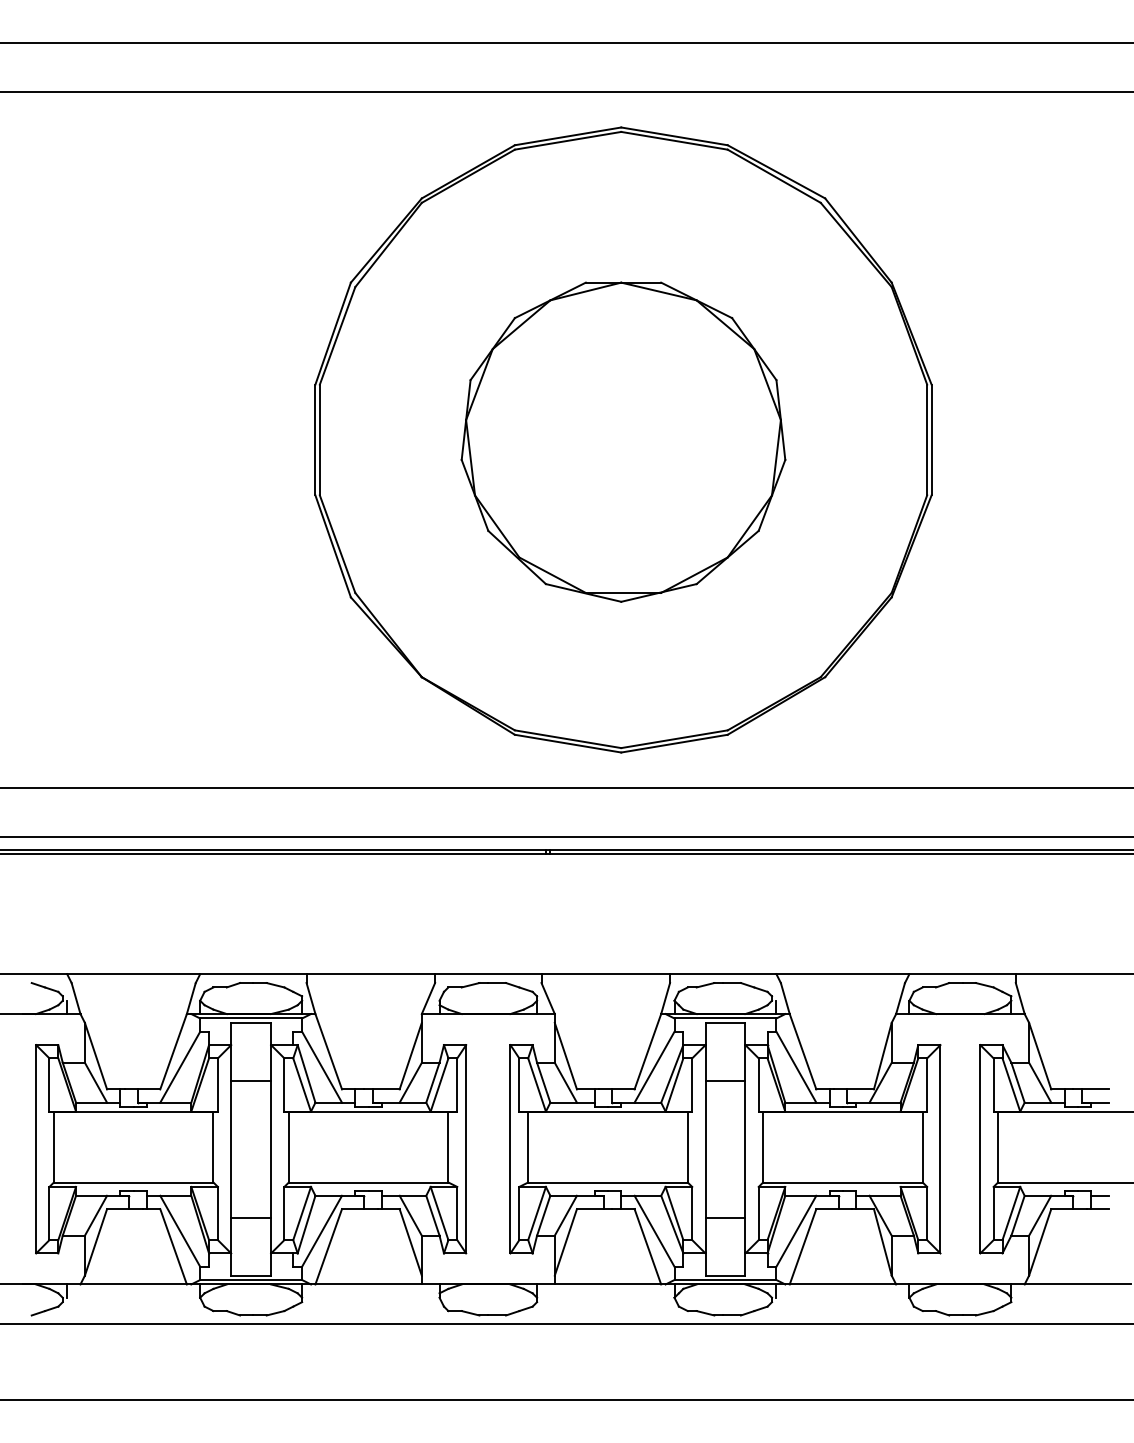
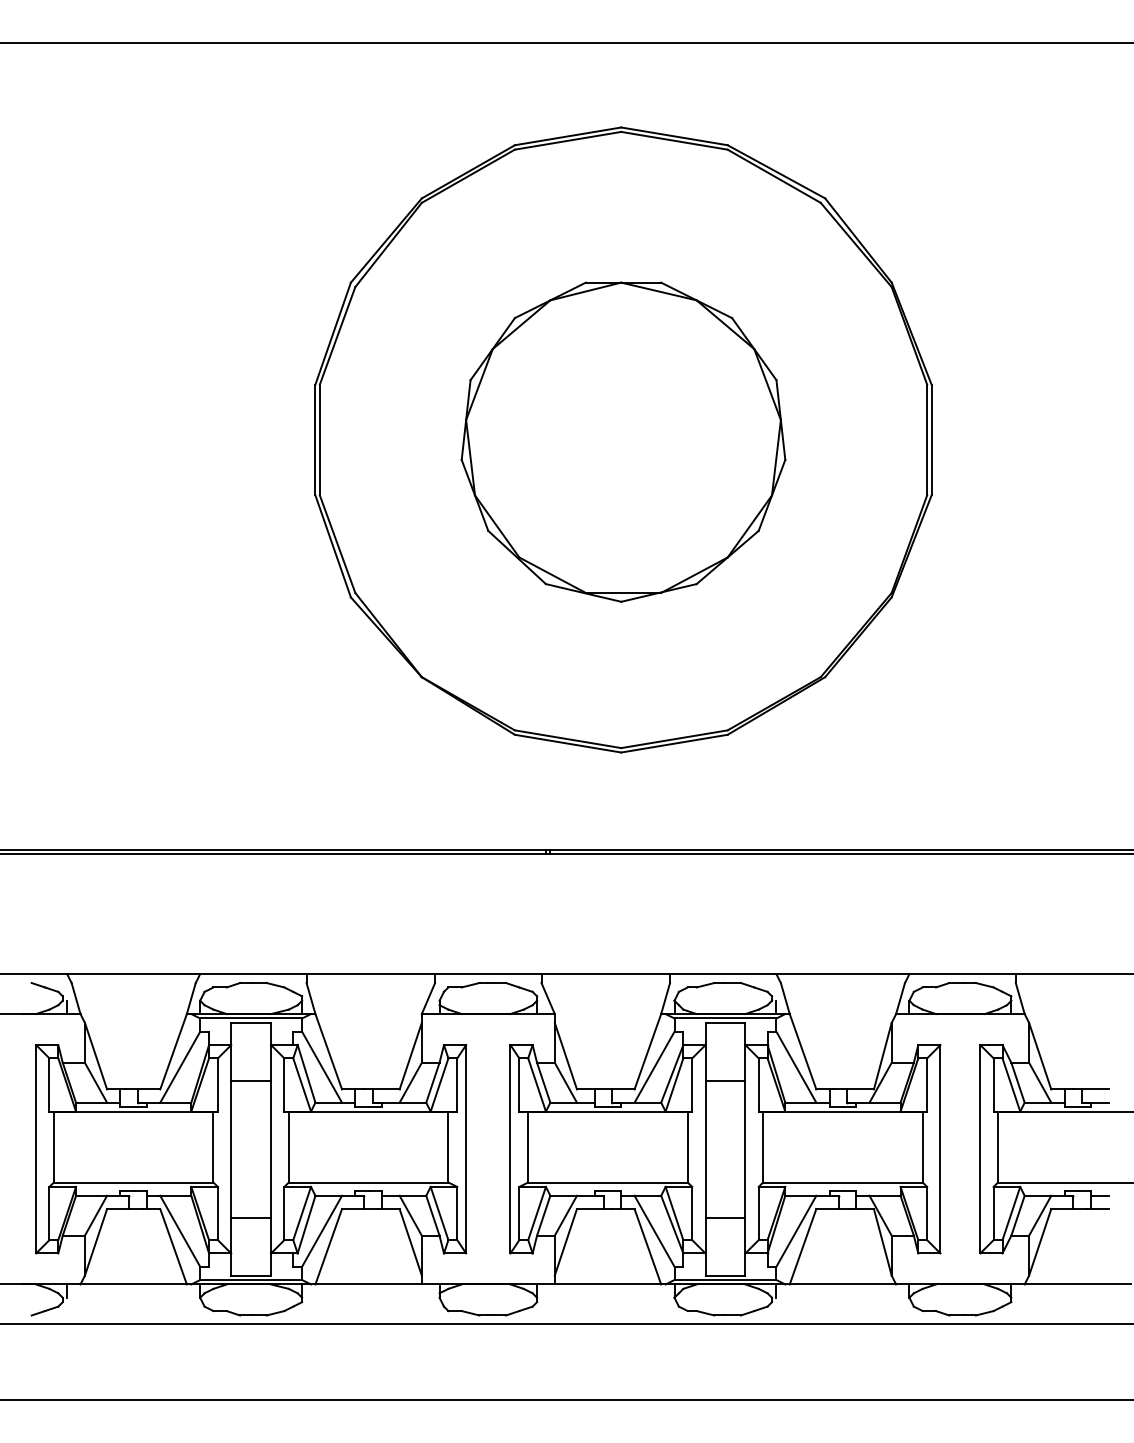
line at (566, 92): present -> none
line at (566, 787): present -> none
line at (566, 836): present -> none
